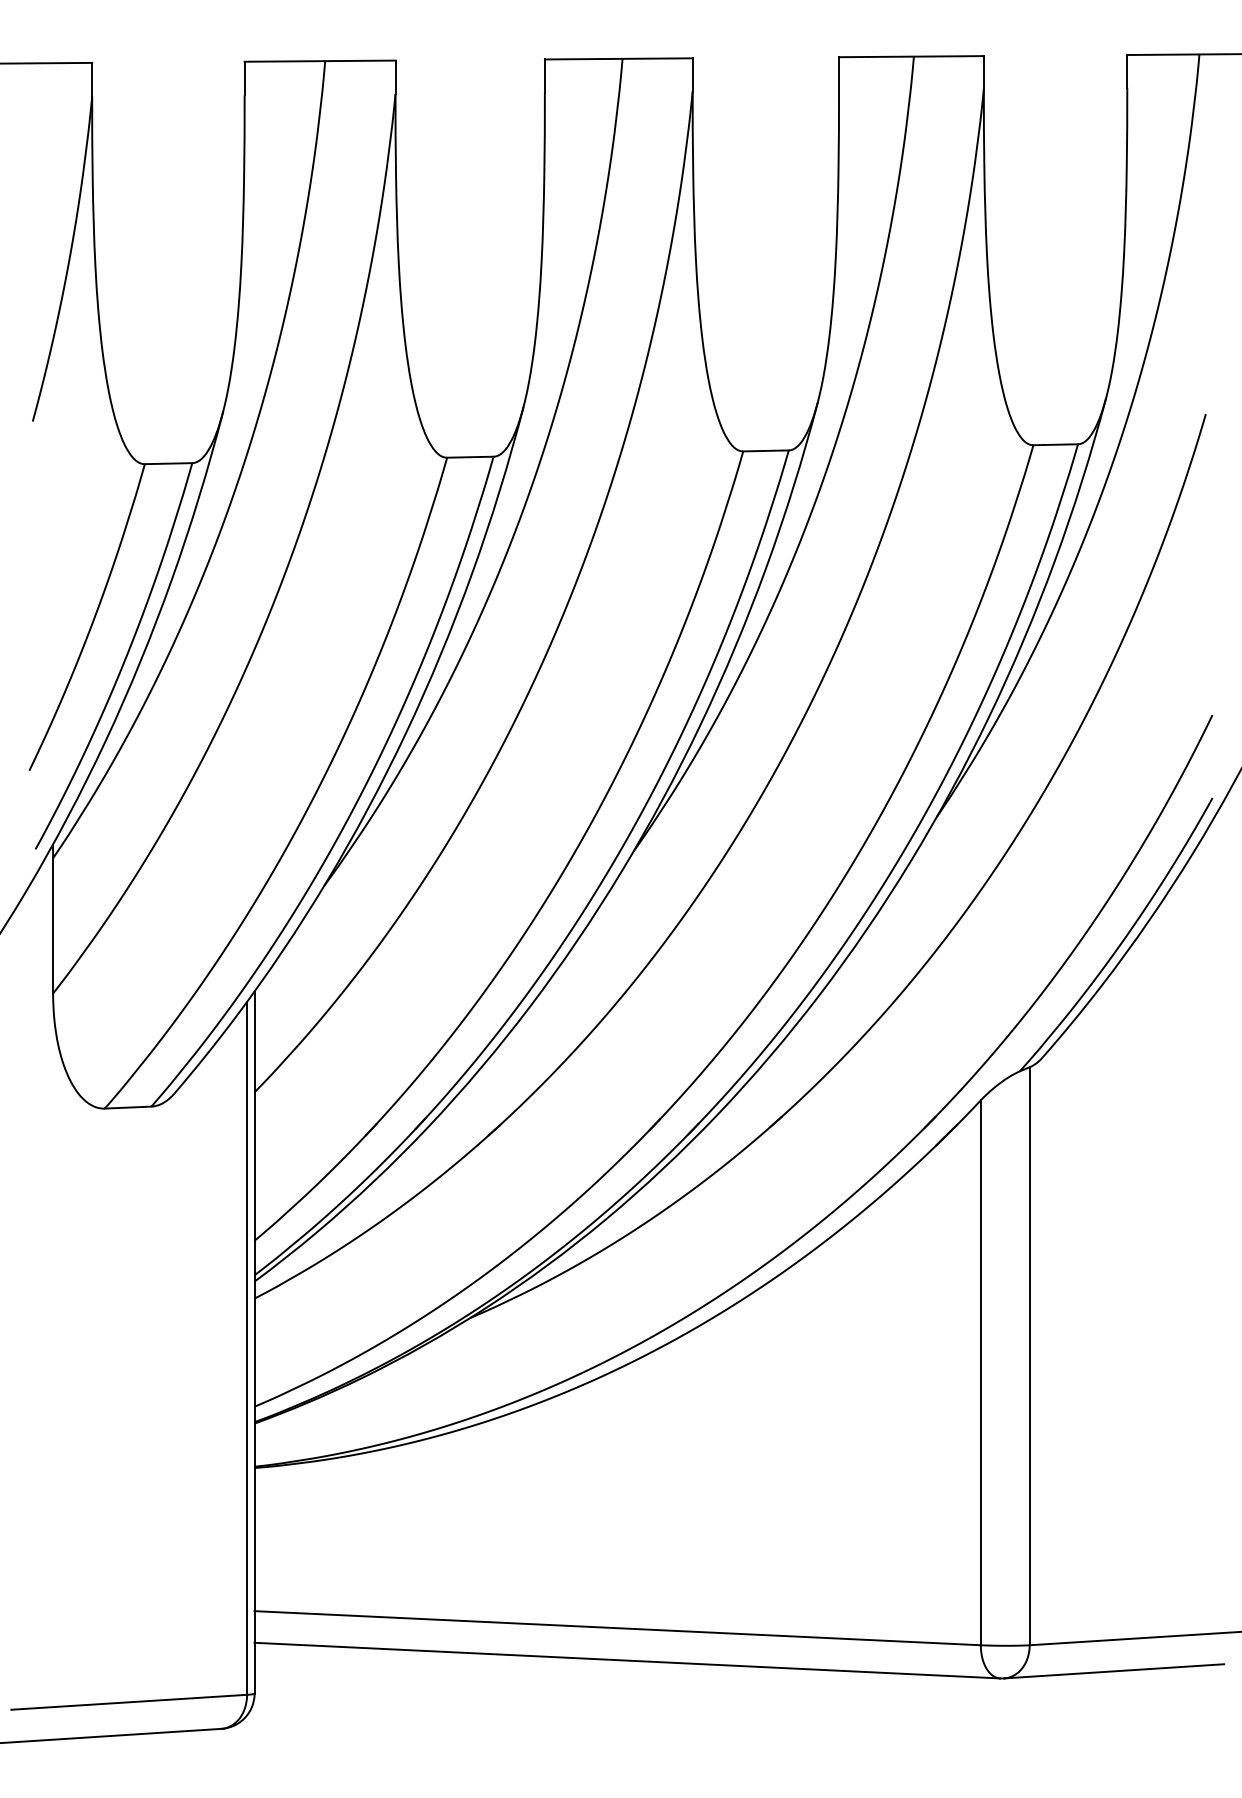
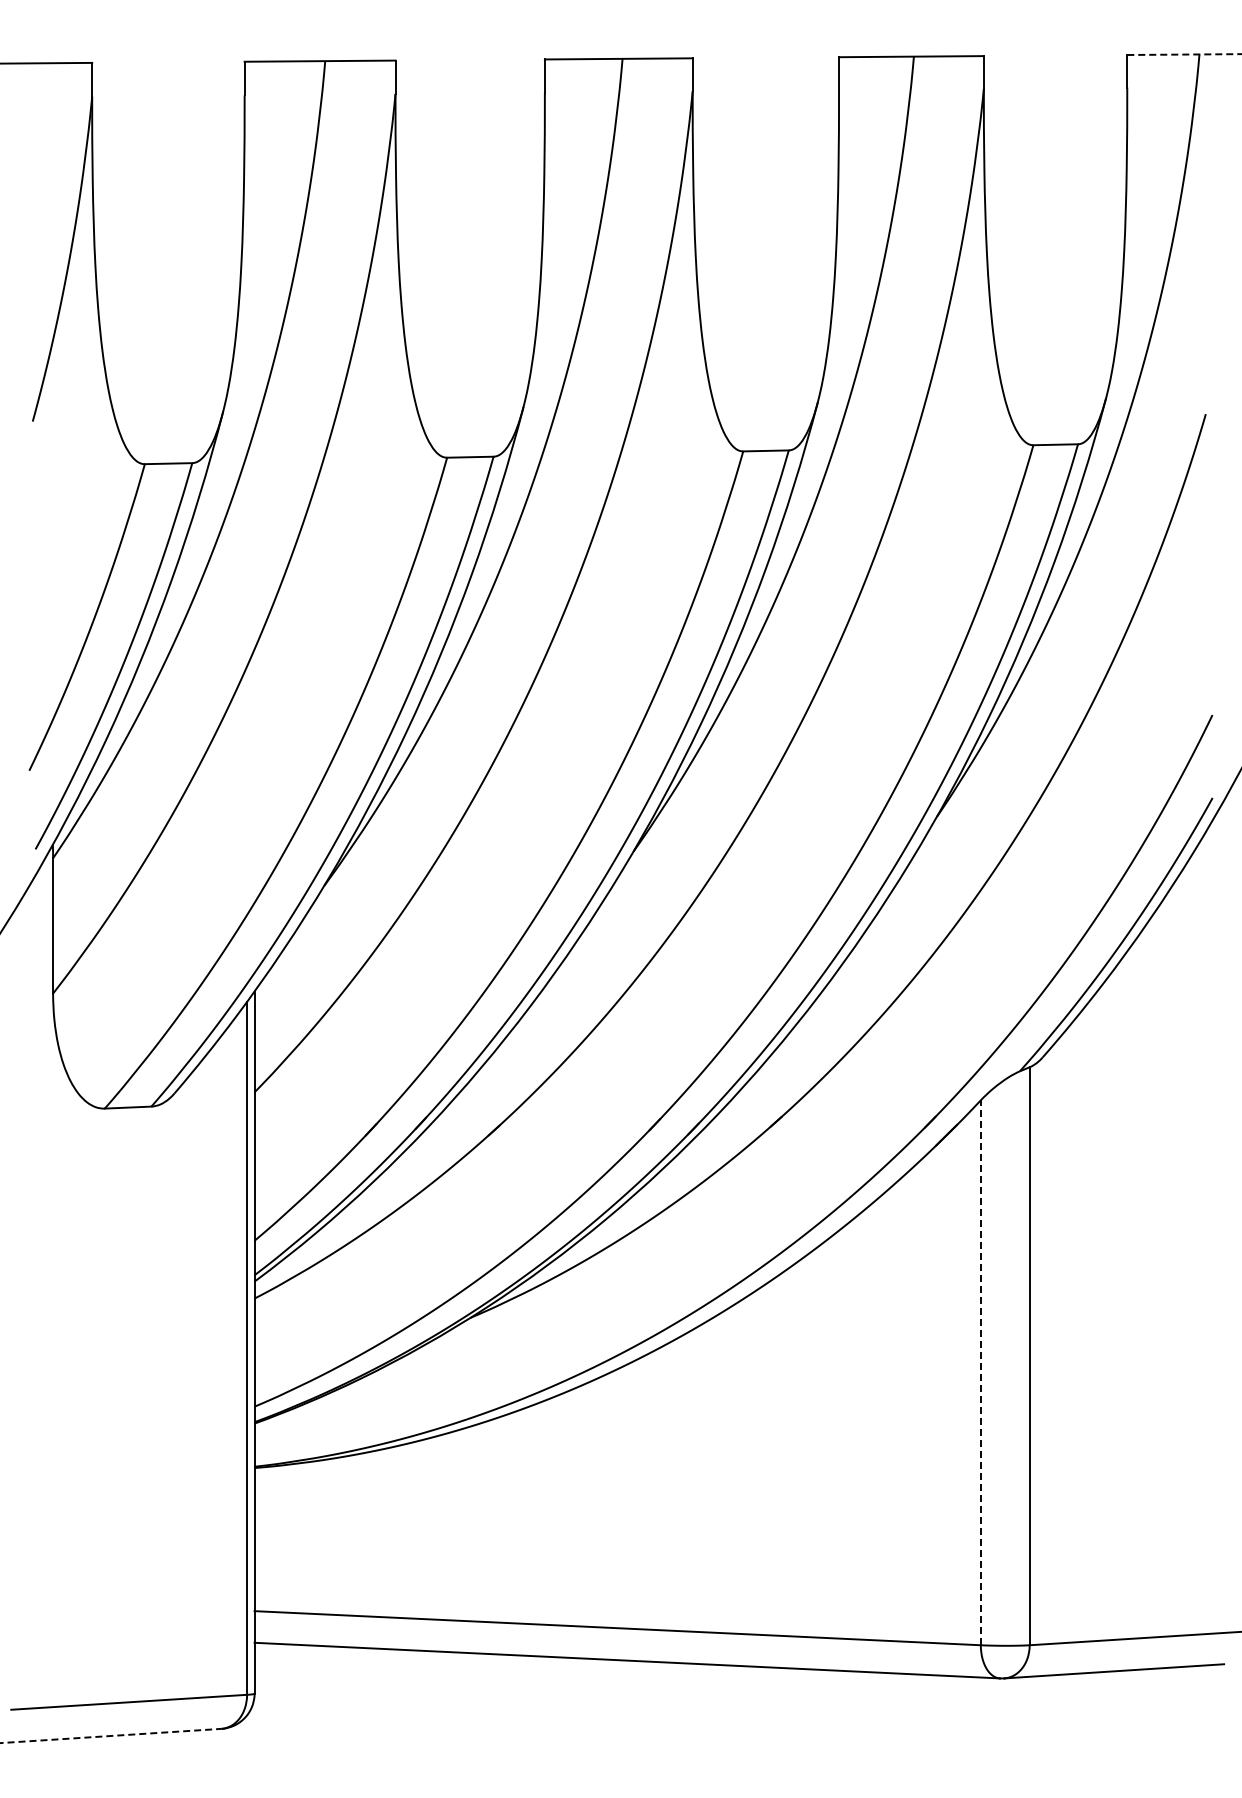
line at (1184, 54): solid -> dashed
line at (980, 1372): solid -> dashed
line at (110, 1735): solid -> dashed
